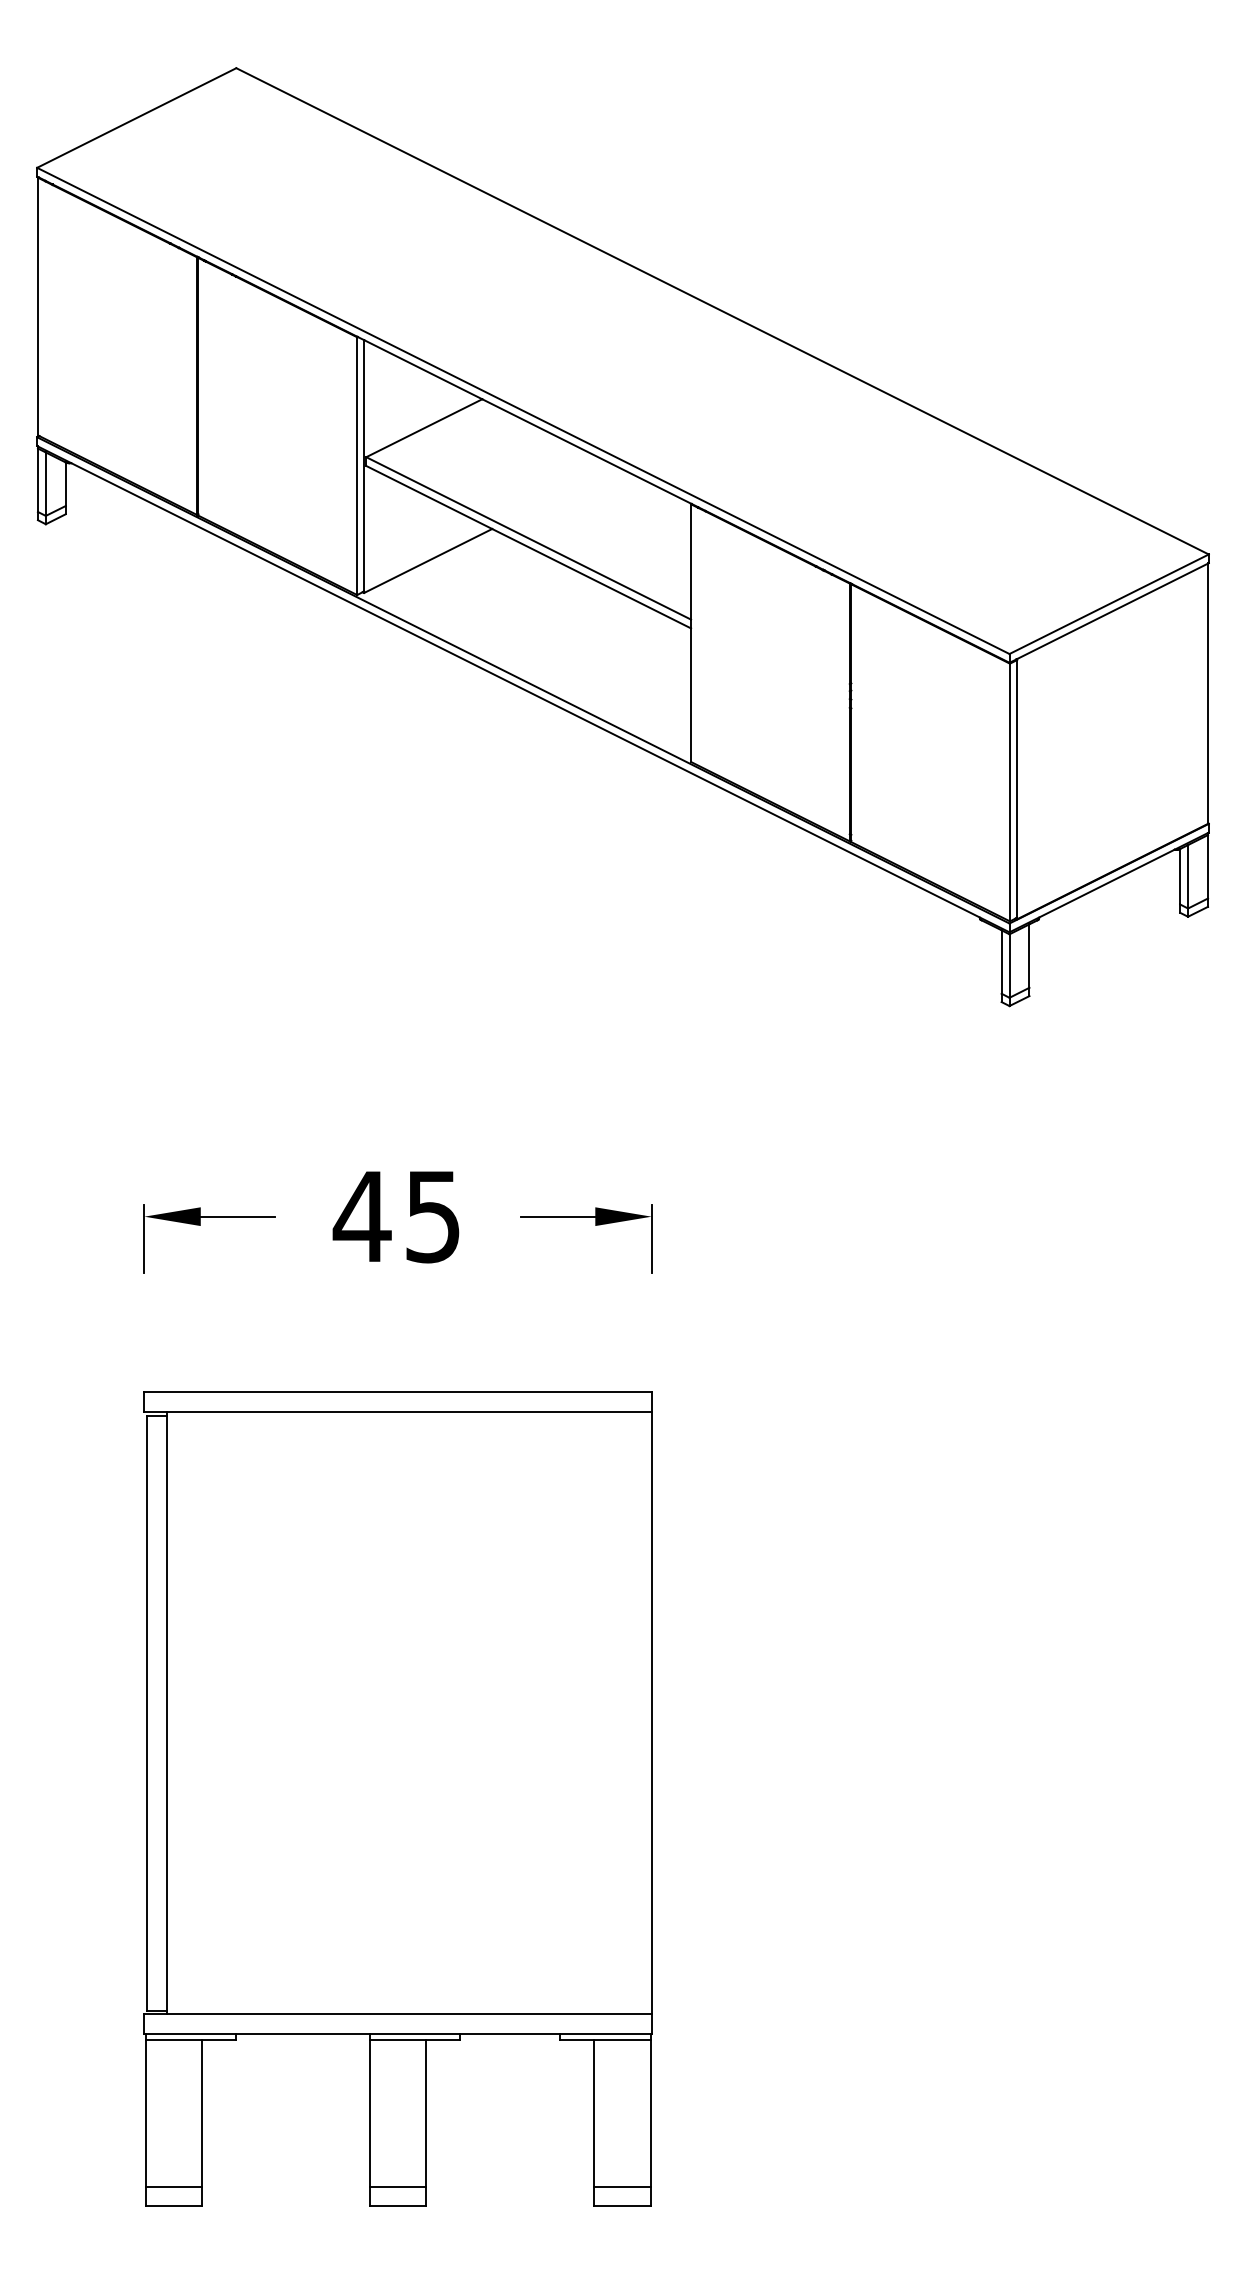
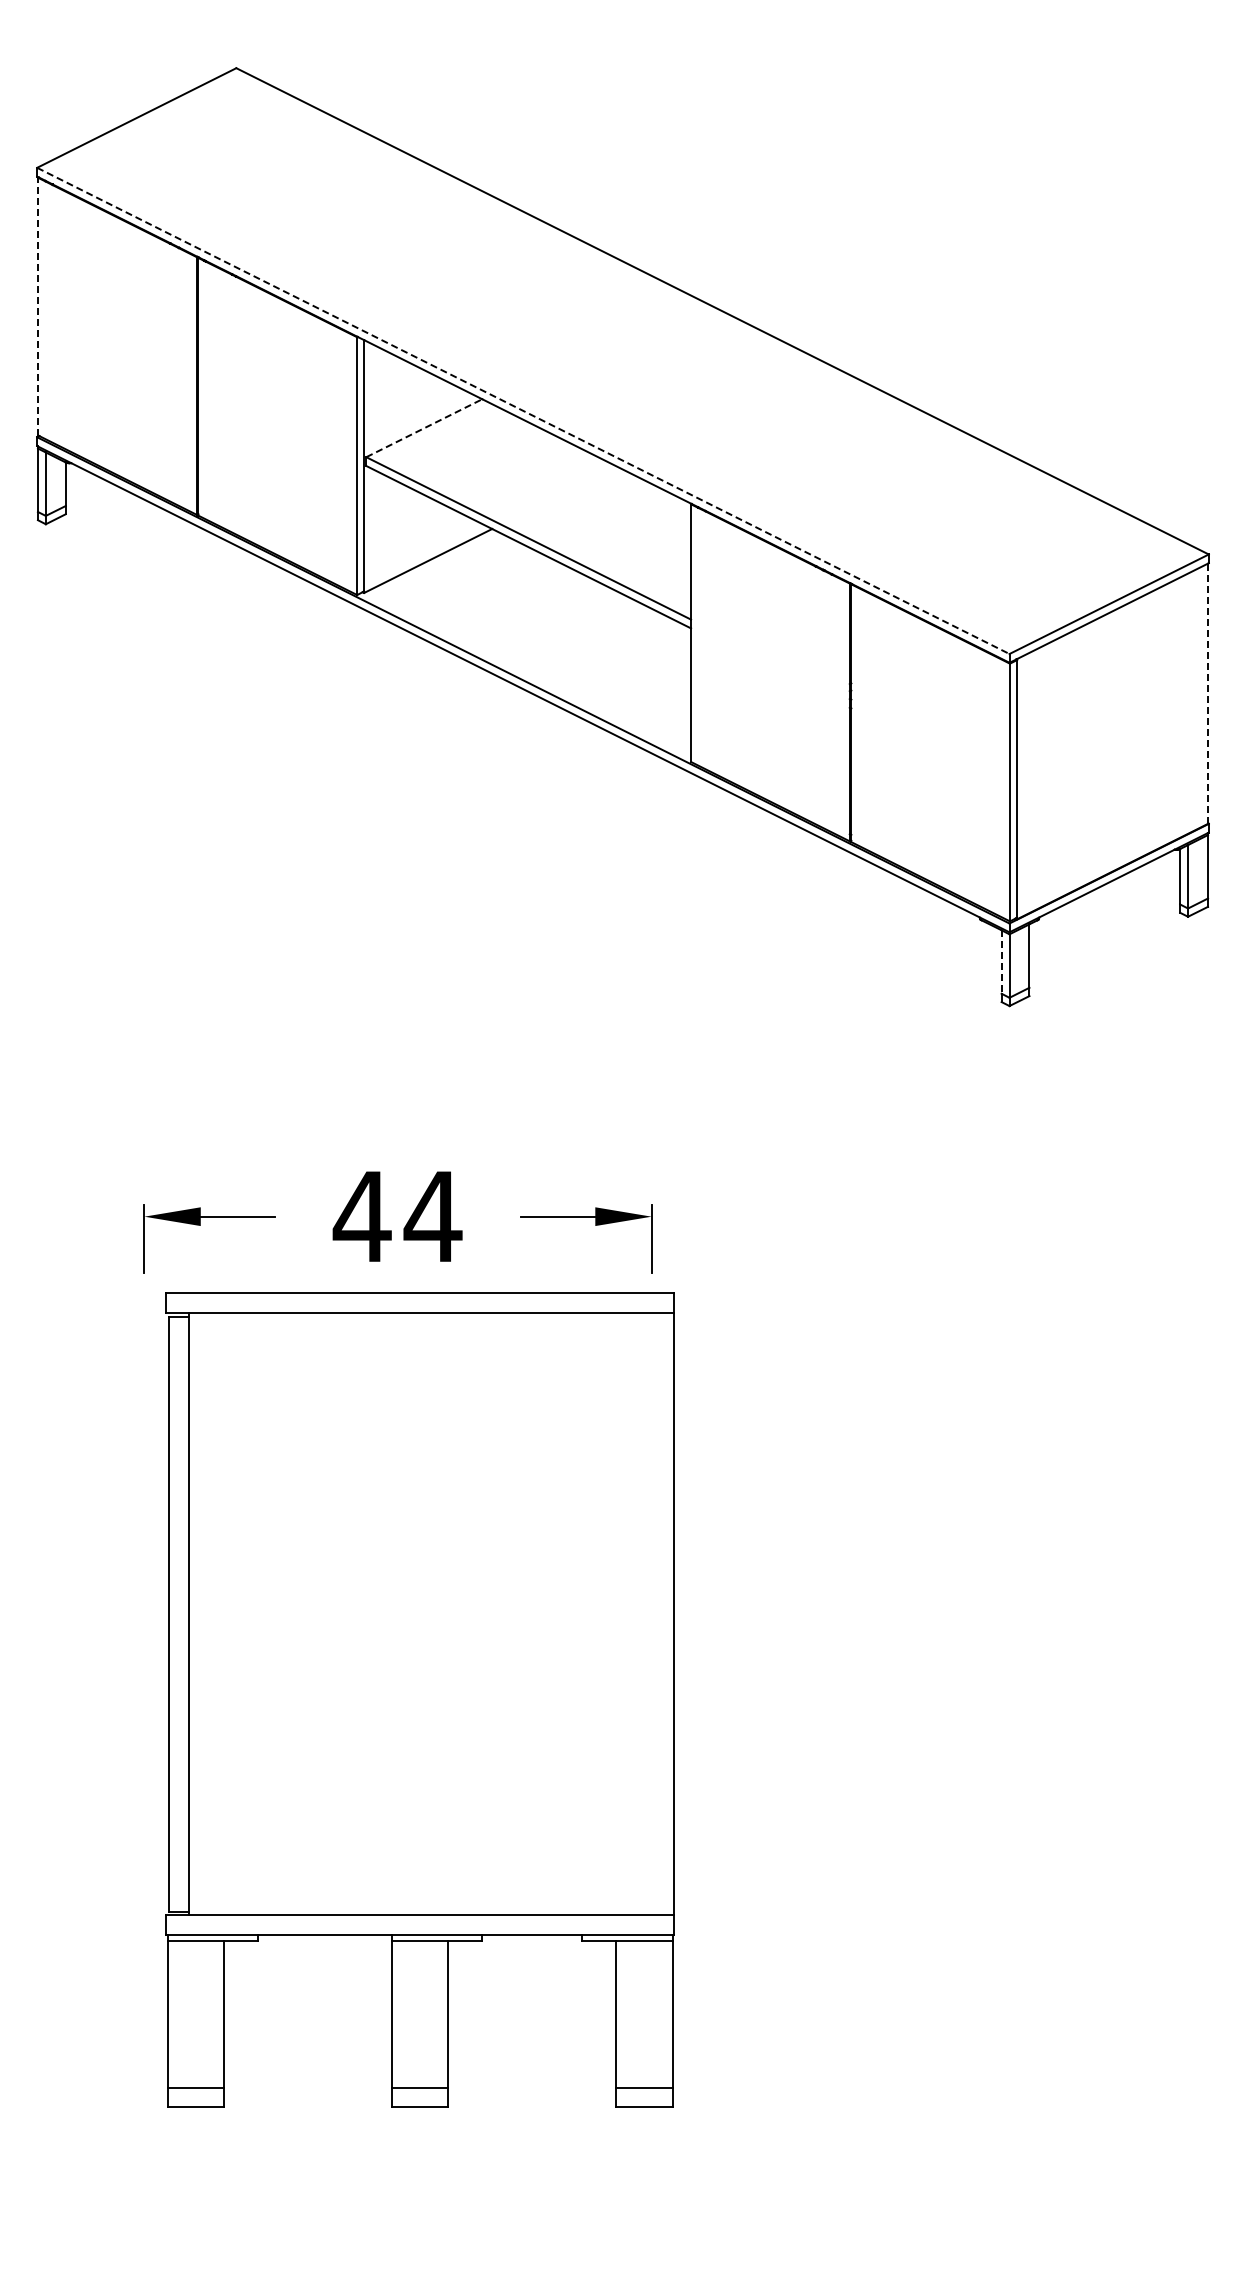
line at (38, 306): solid -> dashed
line at (523, 410): solid -> dashed
line at (424, 428): solid -> dashed
line at (1208, 693): solid -> dashed
line at (1001, 962): solid -> dashed
text at (432, 1217): 45 -> 44
part at (397, 1798) position: (397, 1798) -> (419, 1699)
